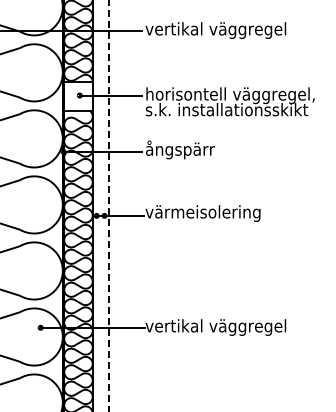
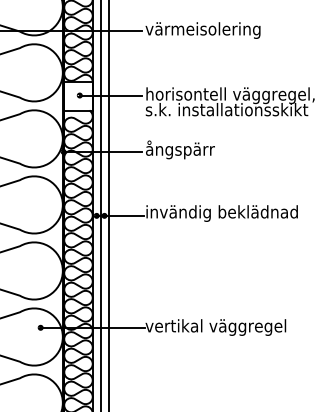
text at (220, 30): vertikal väggregel -> värmeisolering
line at (101, 205): none -> present
line at (109, 206): dashed -> solid
text at (221, 213): värmeisolering -> invändig beklädnad
